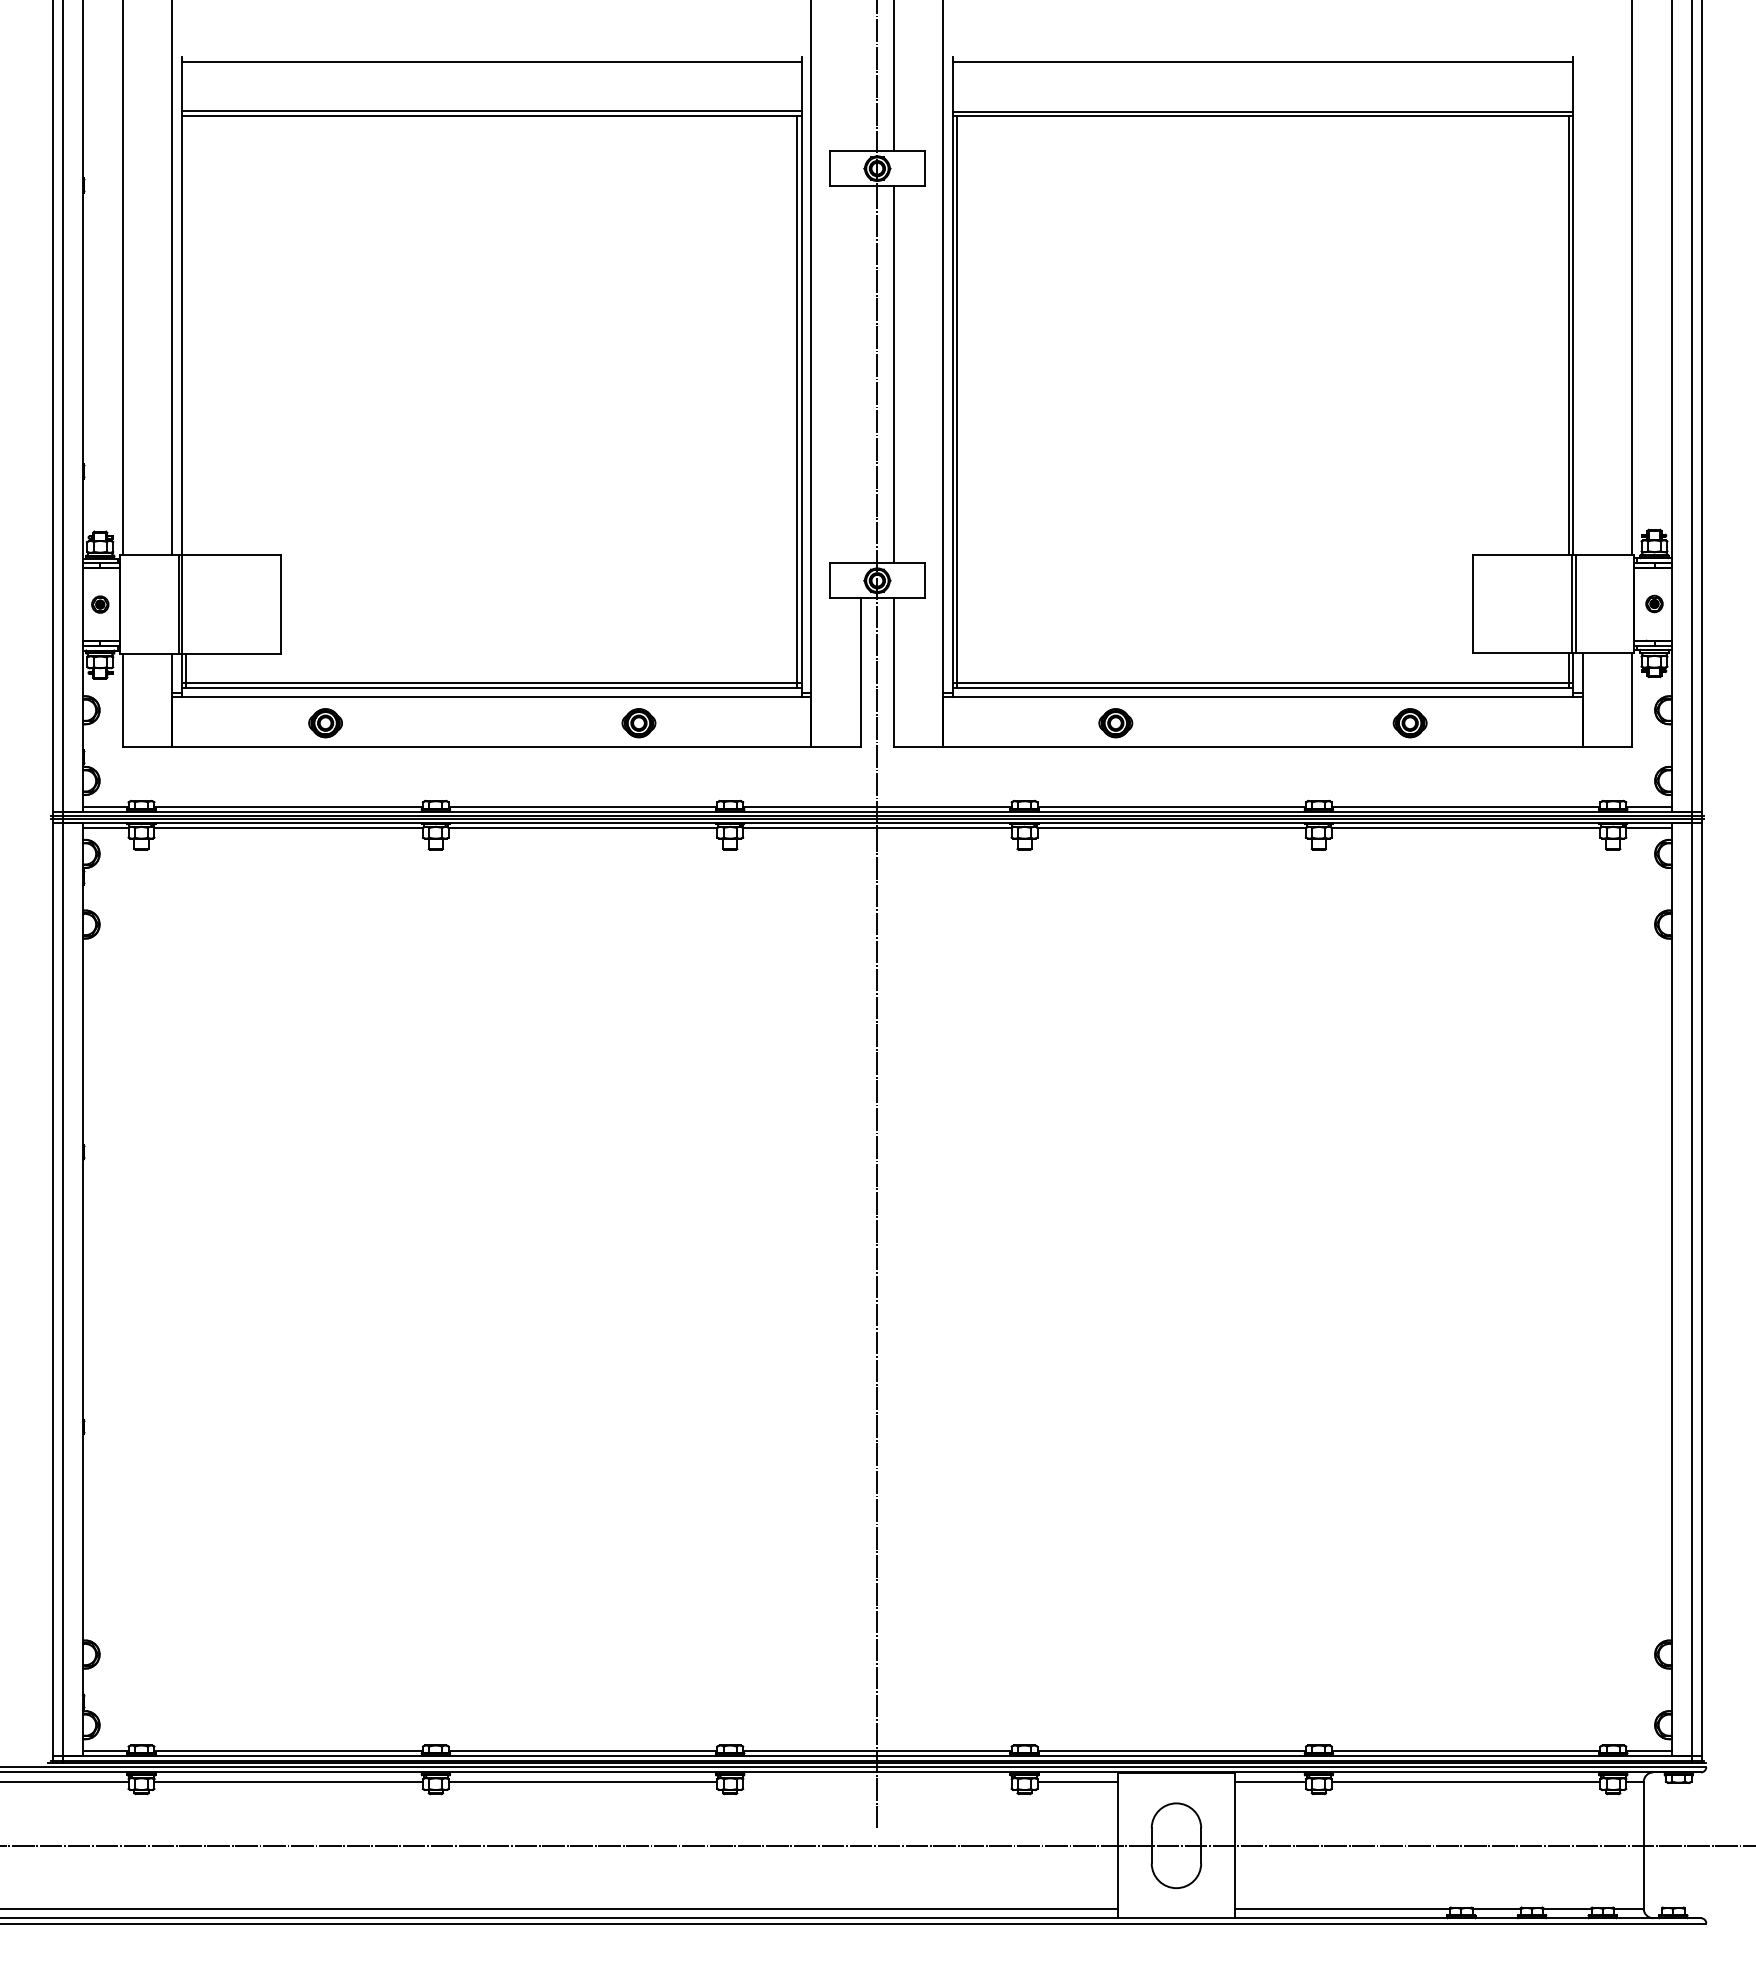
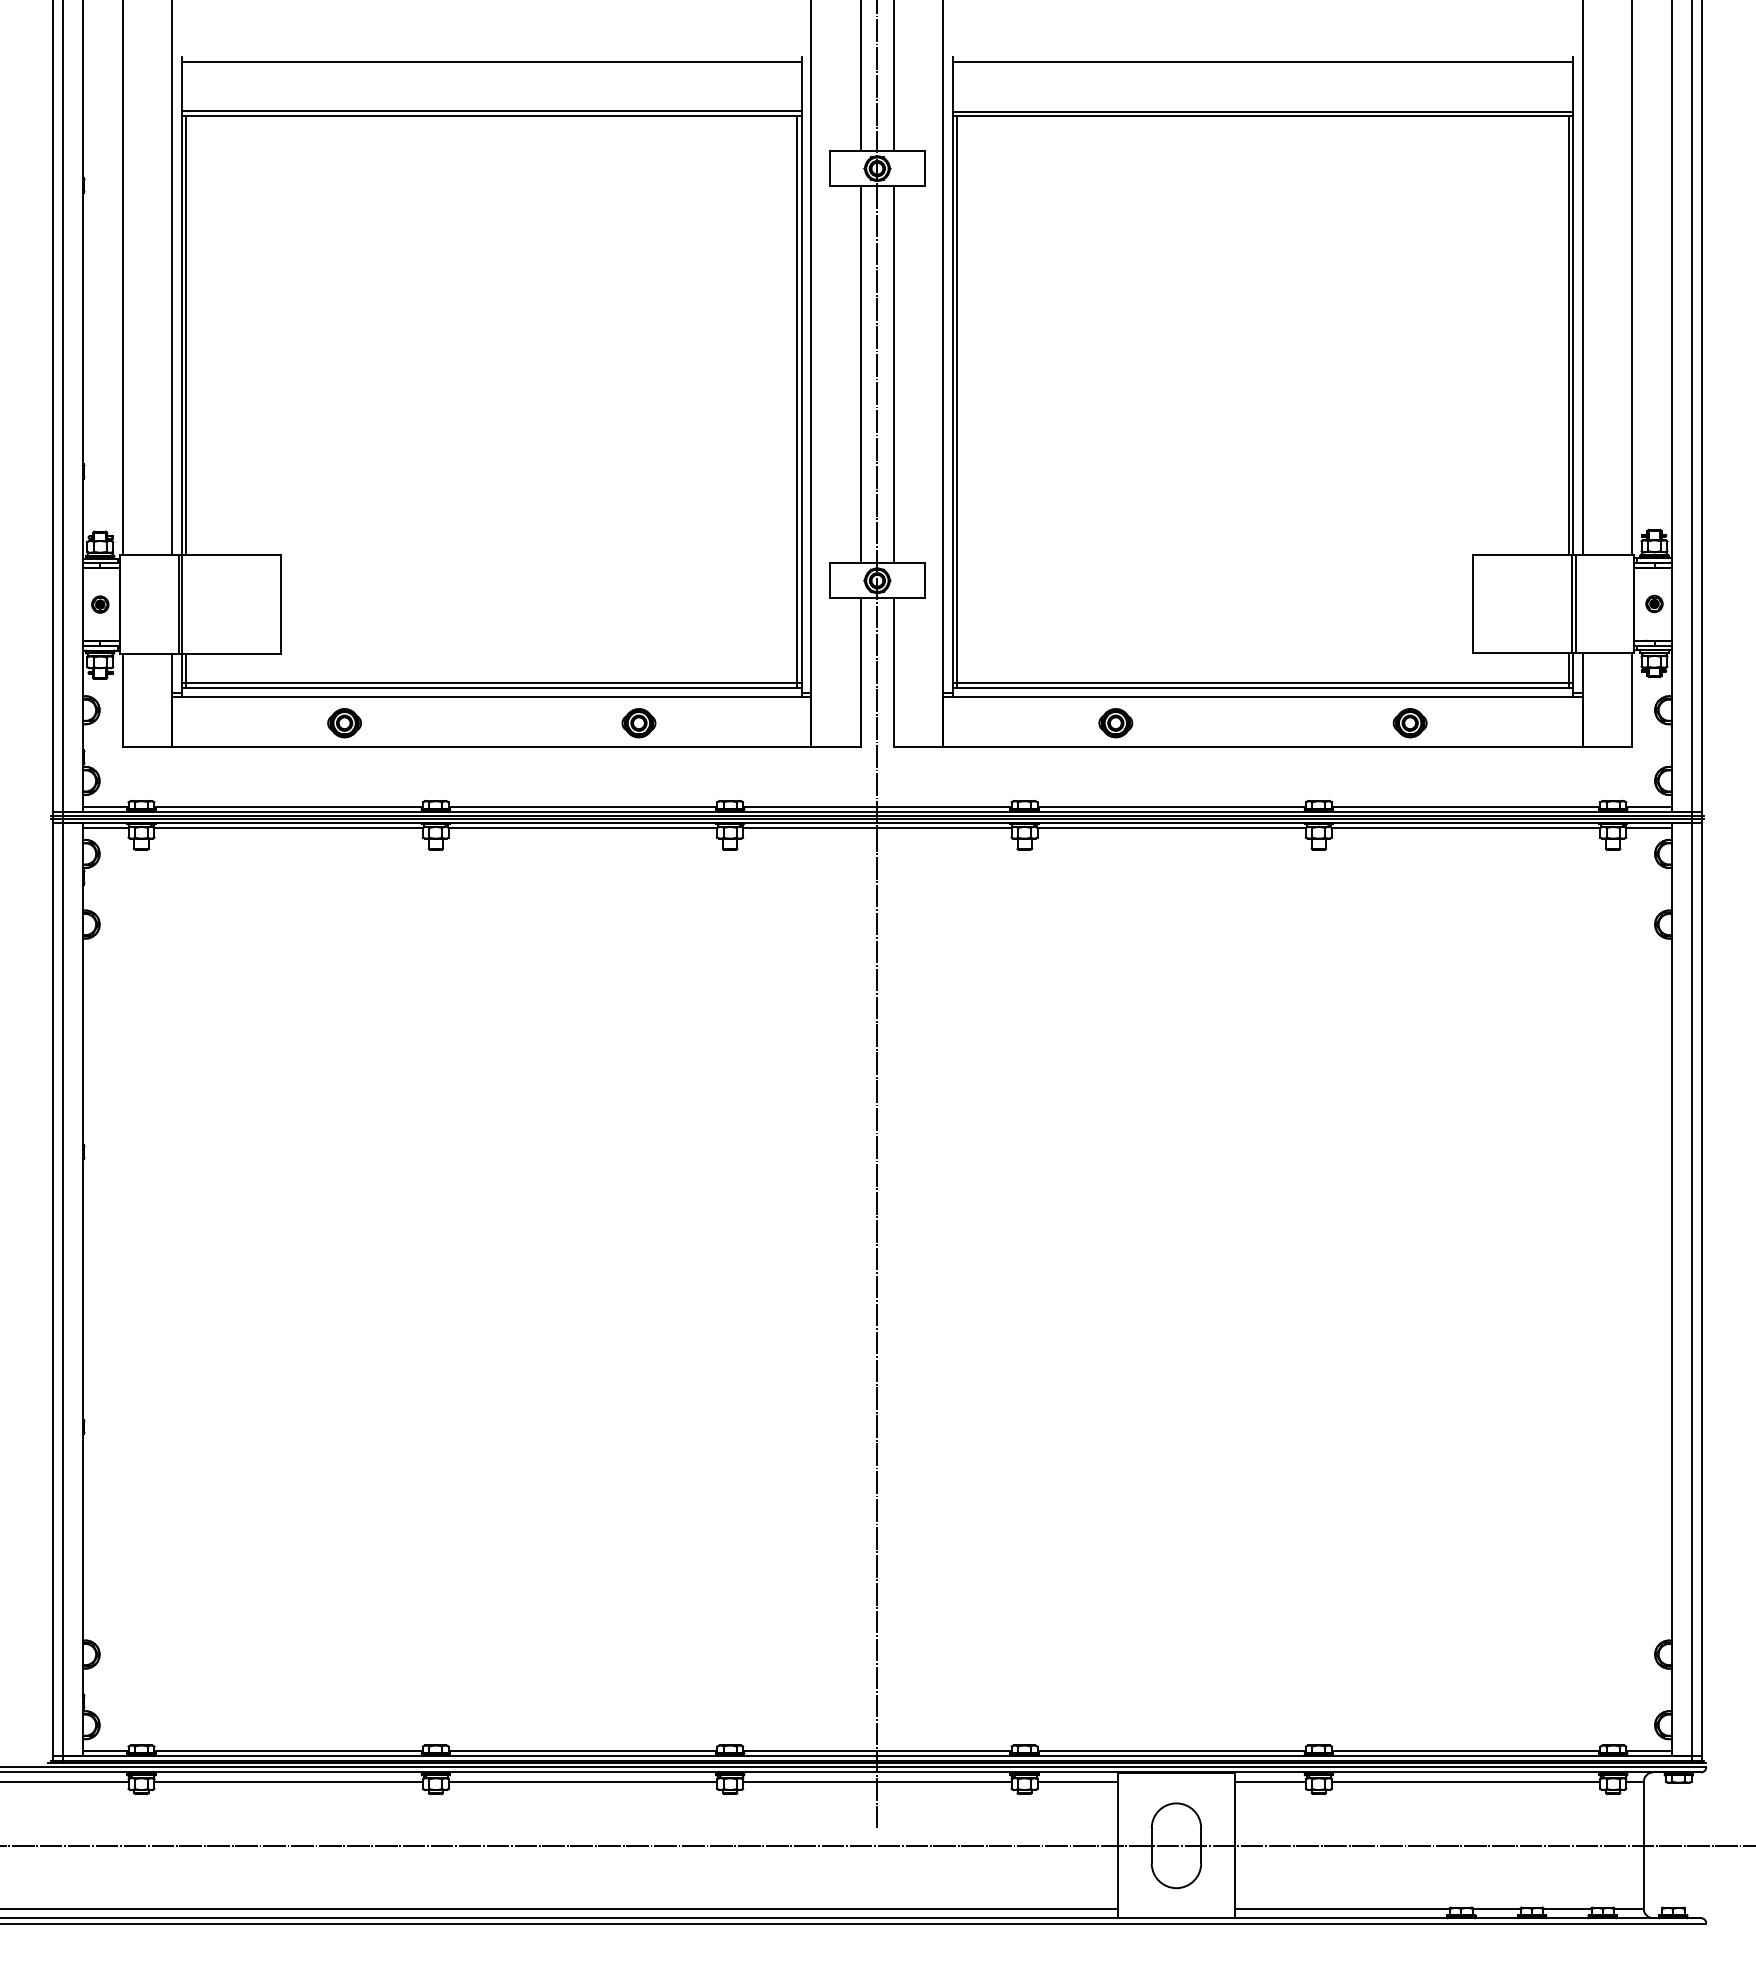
line at (860, 76): none -> present
line at (1582, 278): none -> present
line at (186, 335): none -> present
line at (860, 374): none -> present
part at (325, 723) position: (325, 723) -> (344, 723)
line at (877, 1781): none -> present
